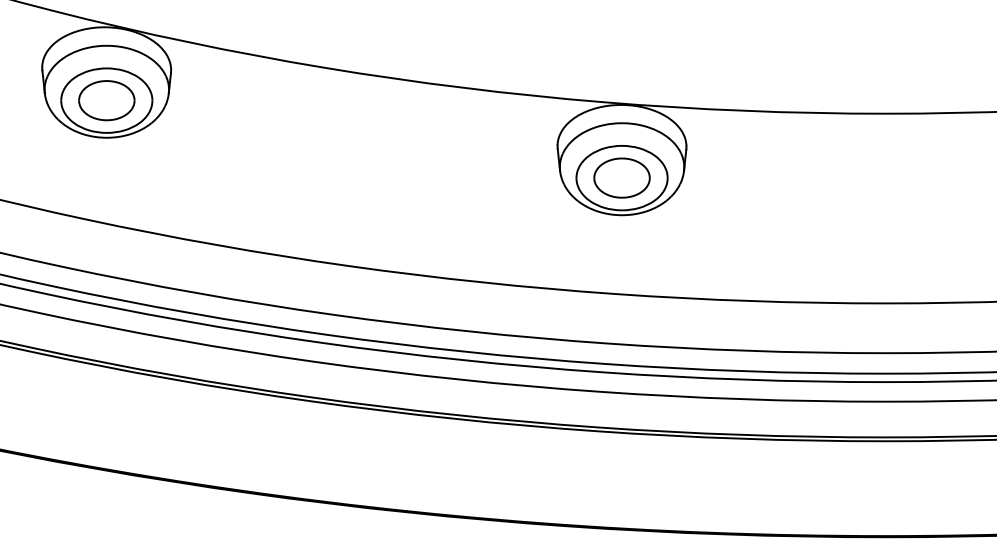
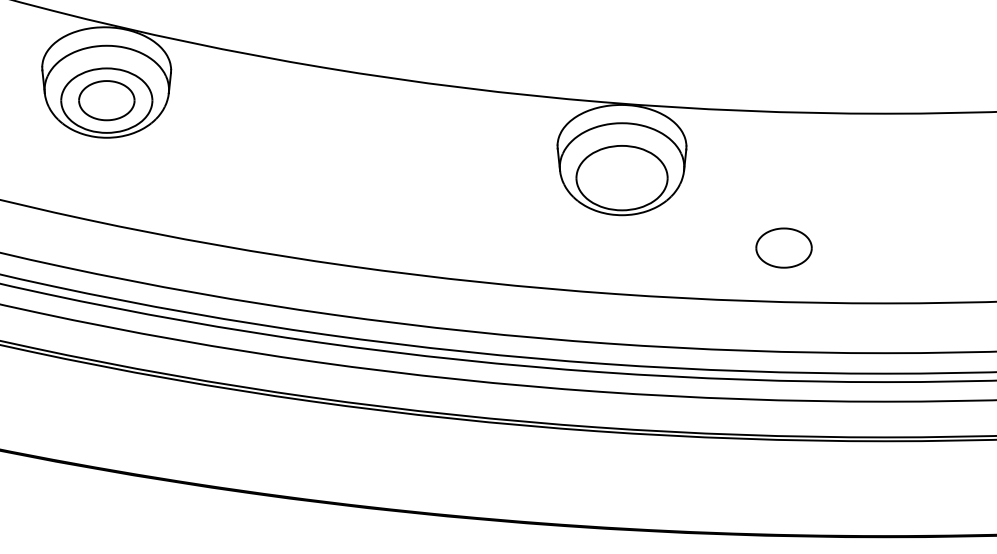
part at (621, 177) position: (621, 177) -> (783, 247)
